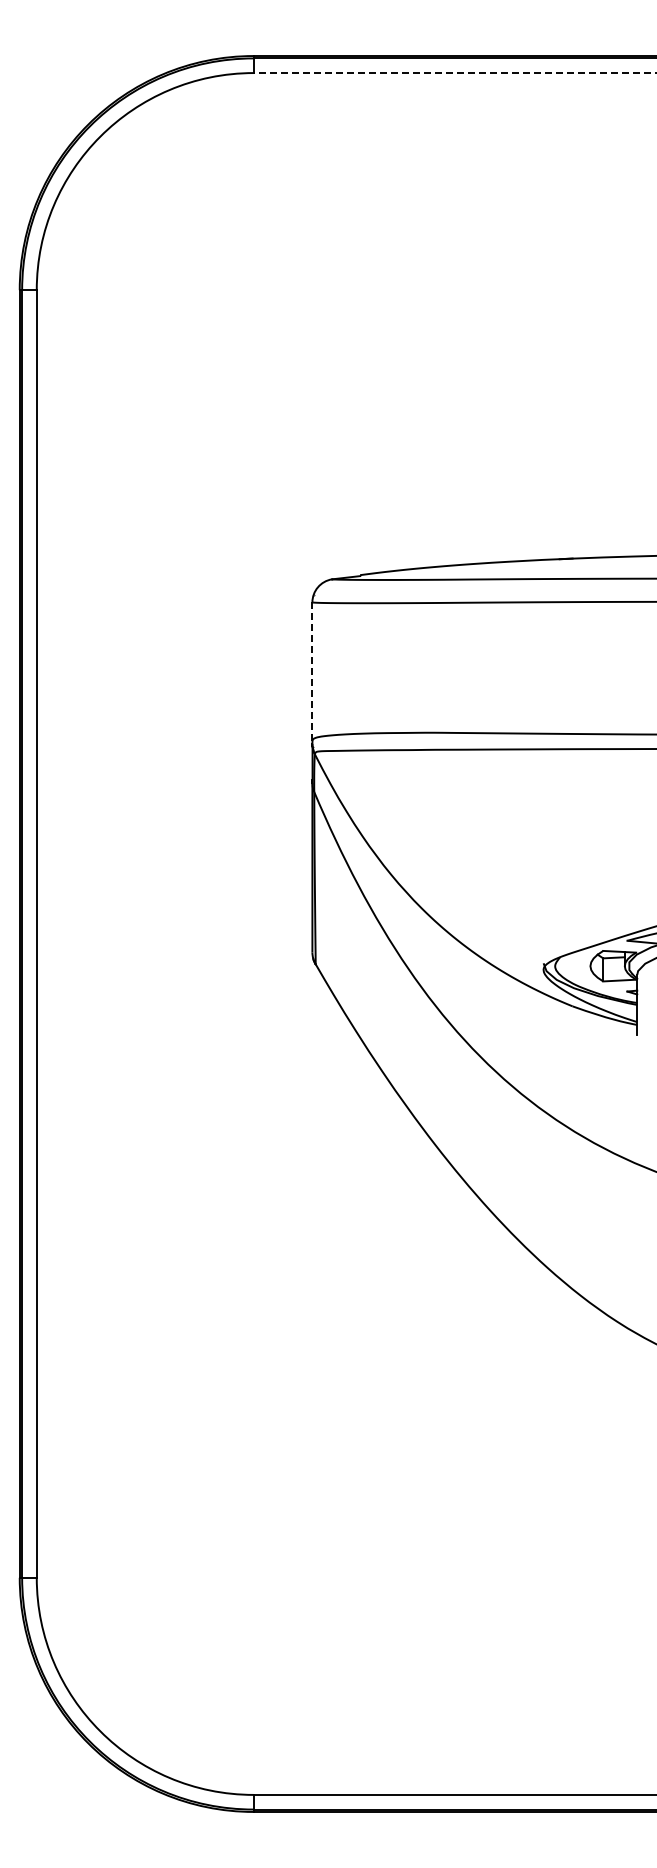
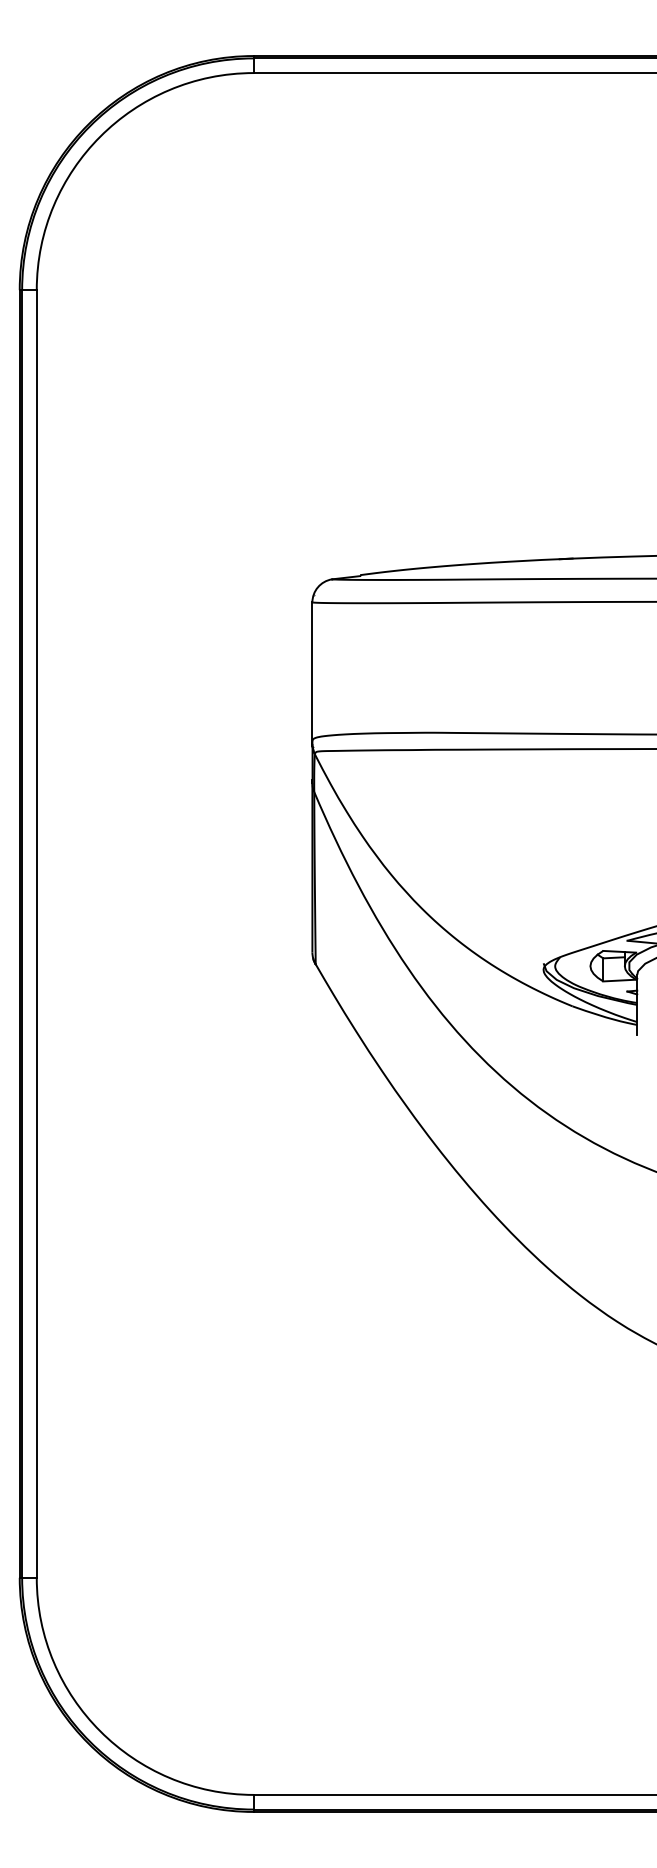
line at (454, 73): dashed -> solid
line at (312, 673): dashed -> solid
